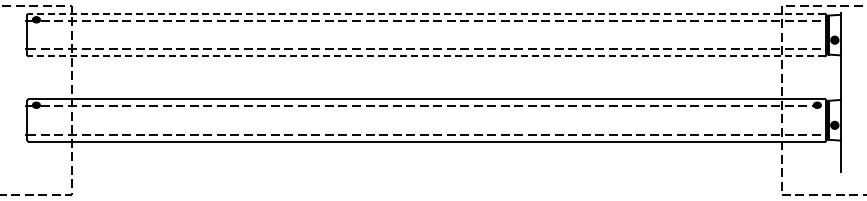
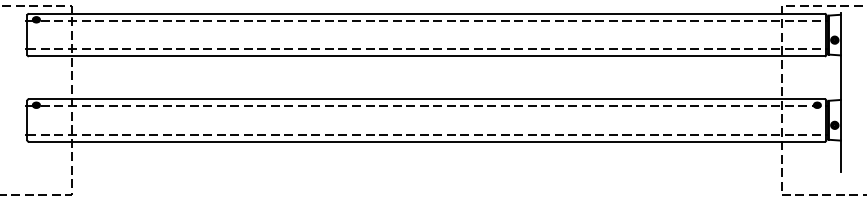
line at (426, 13): dashed -> solid
line at (426, 56): dashed -> solid
